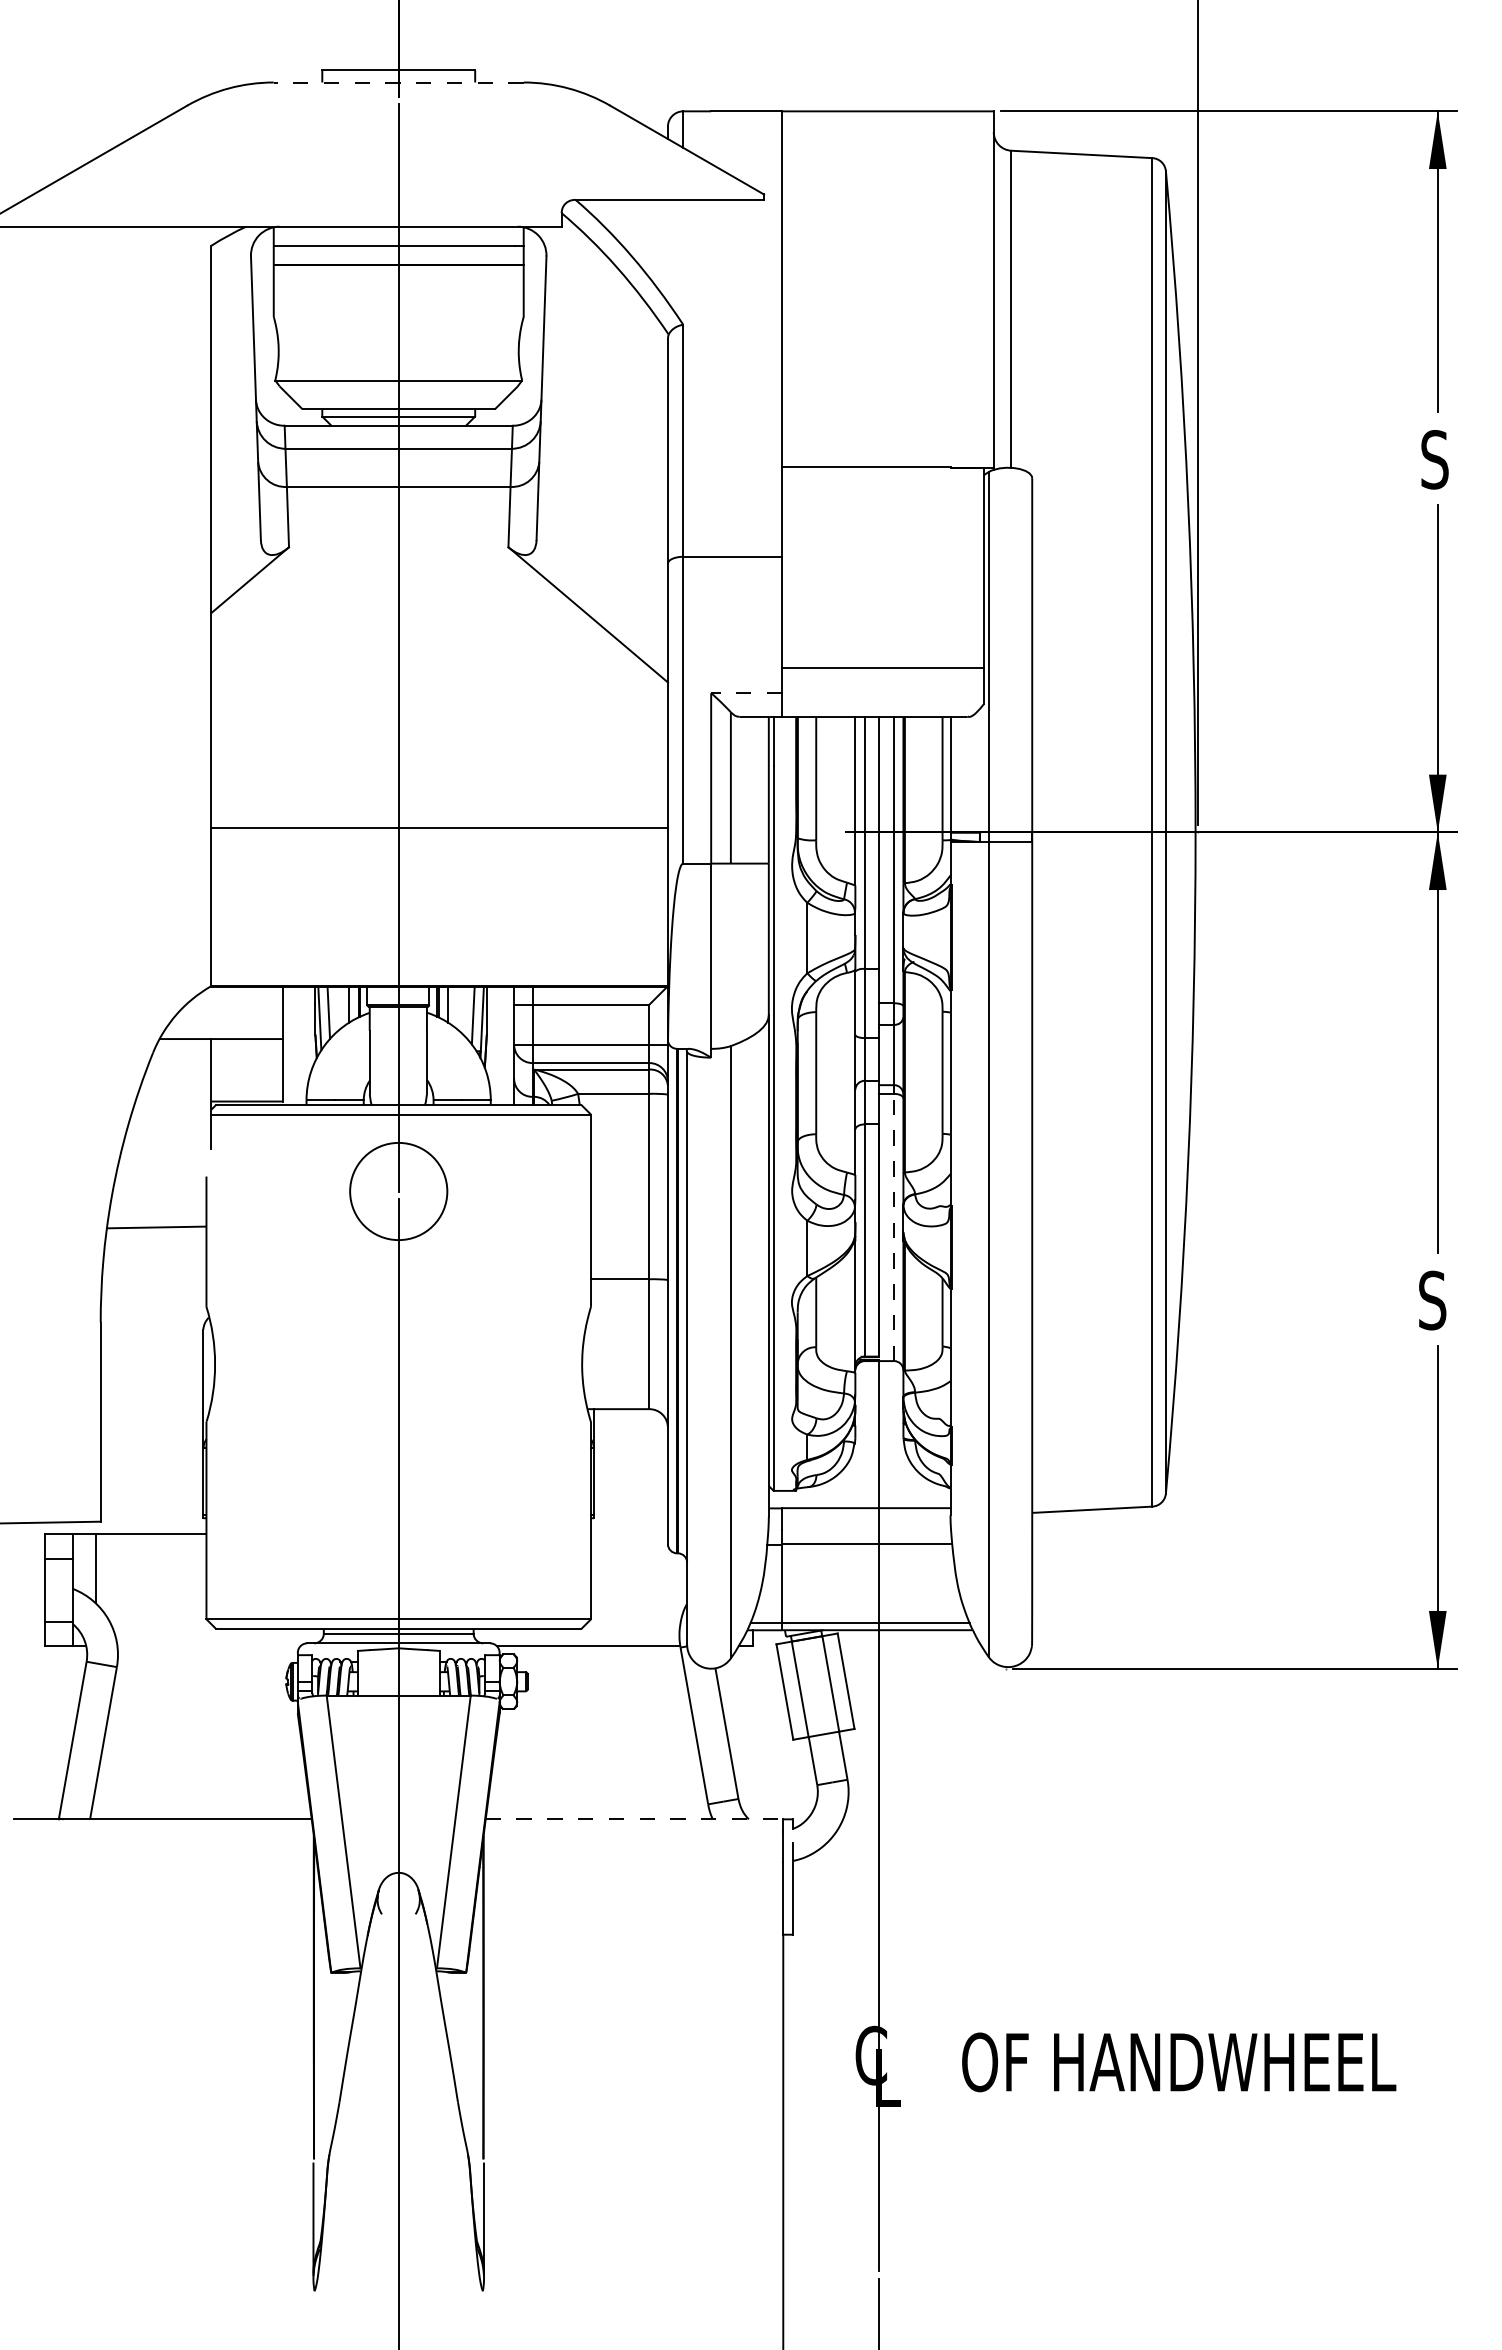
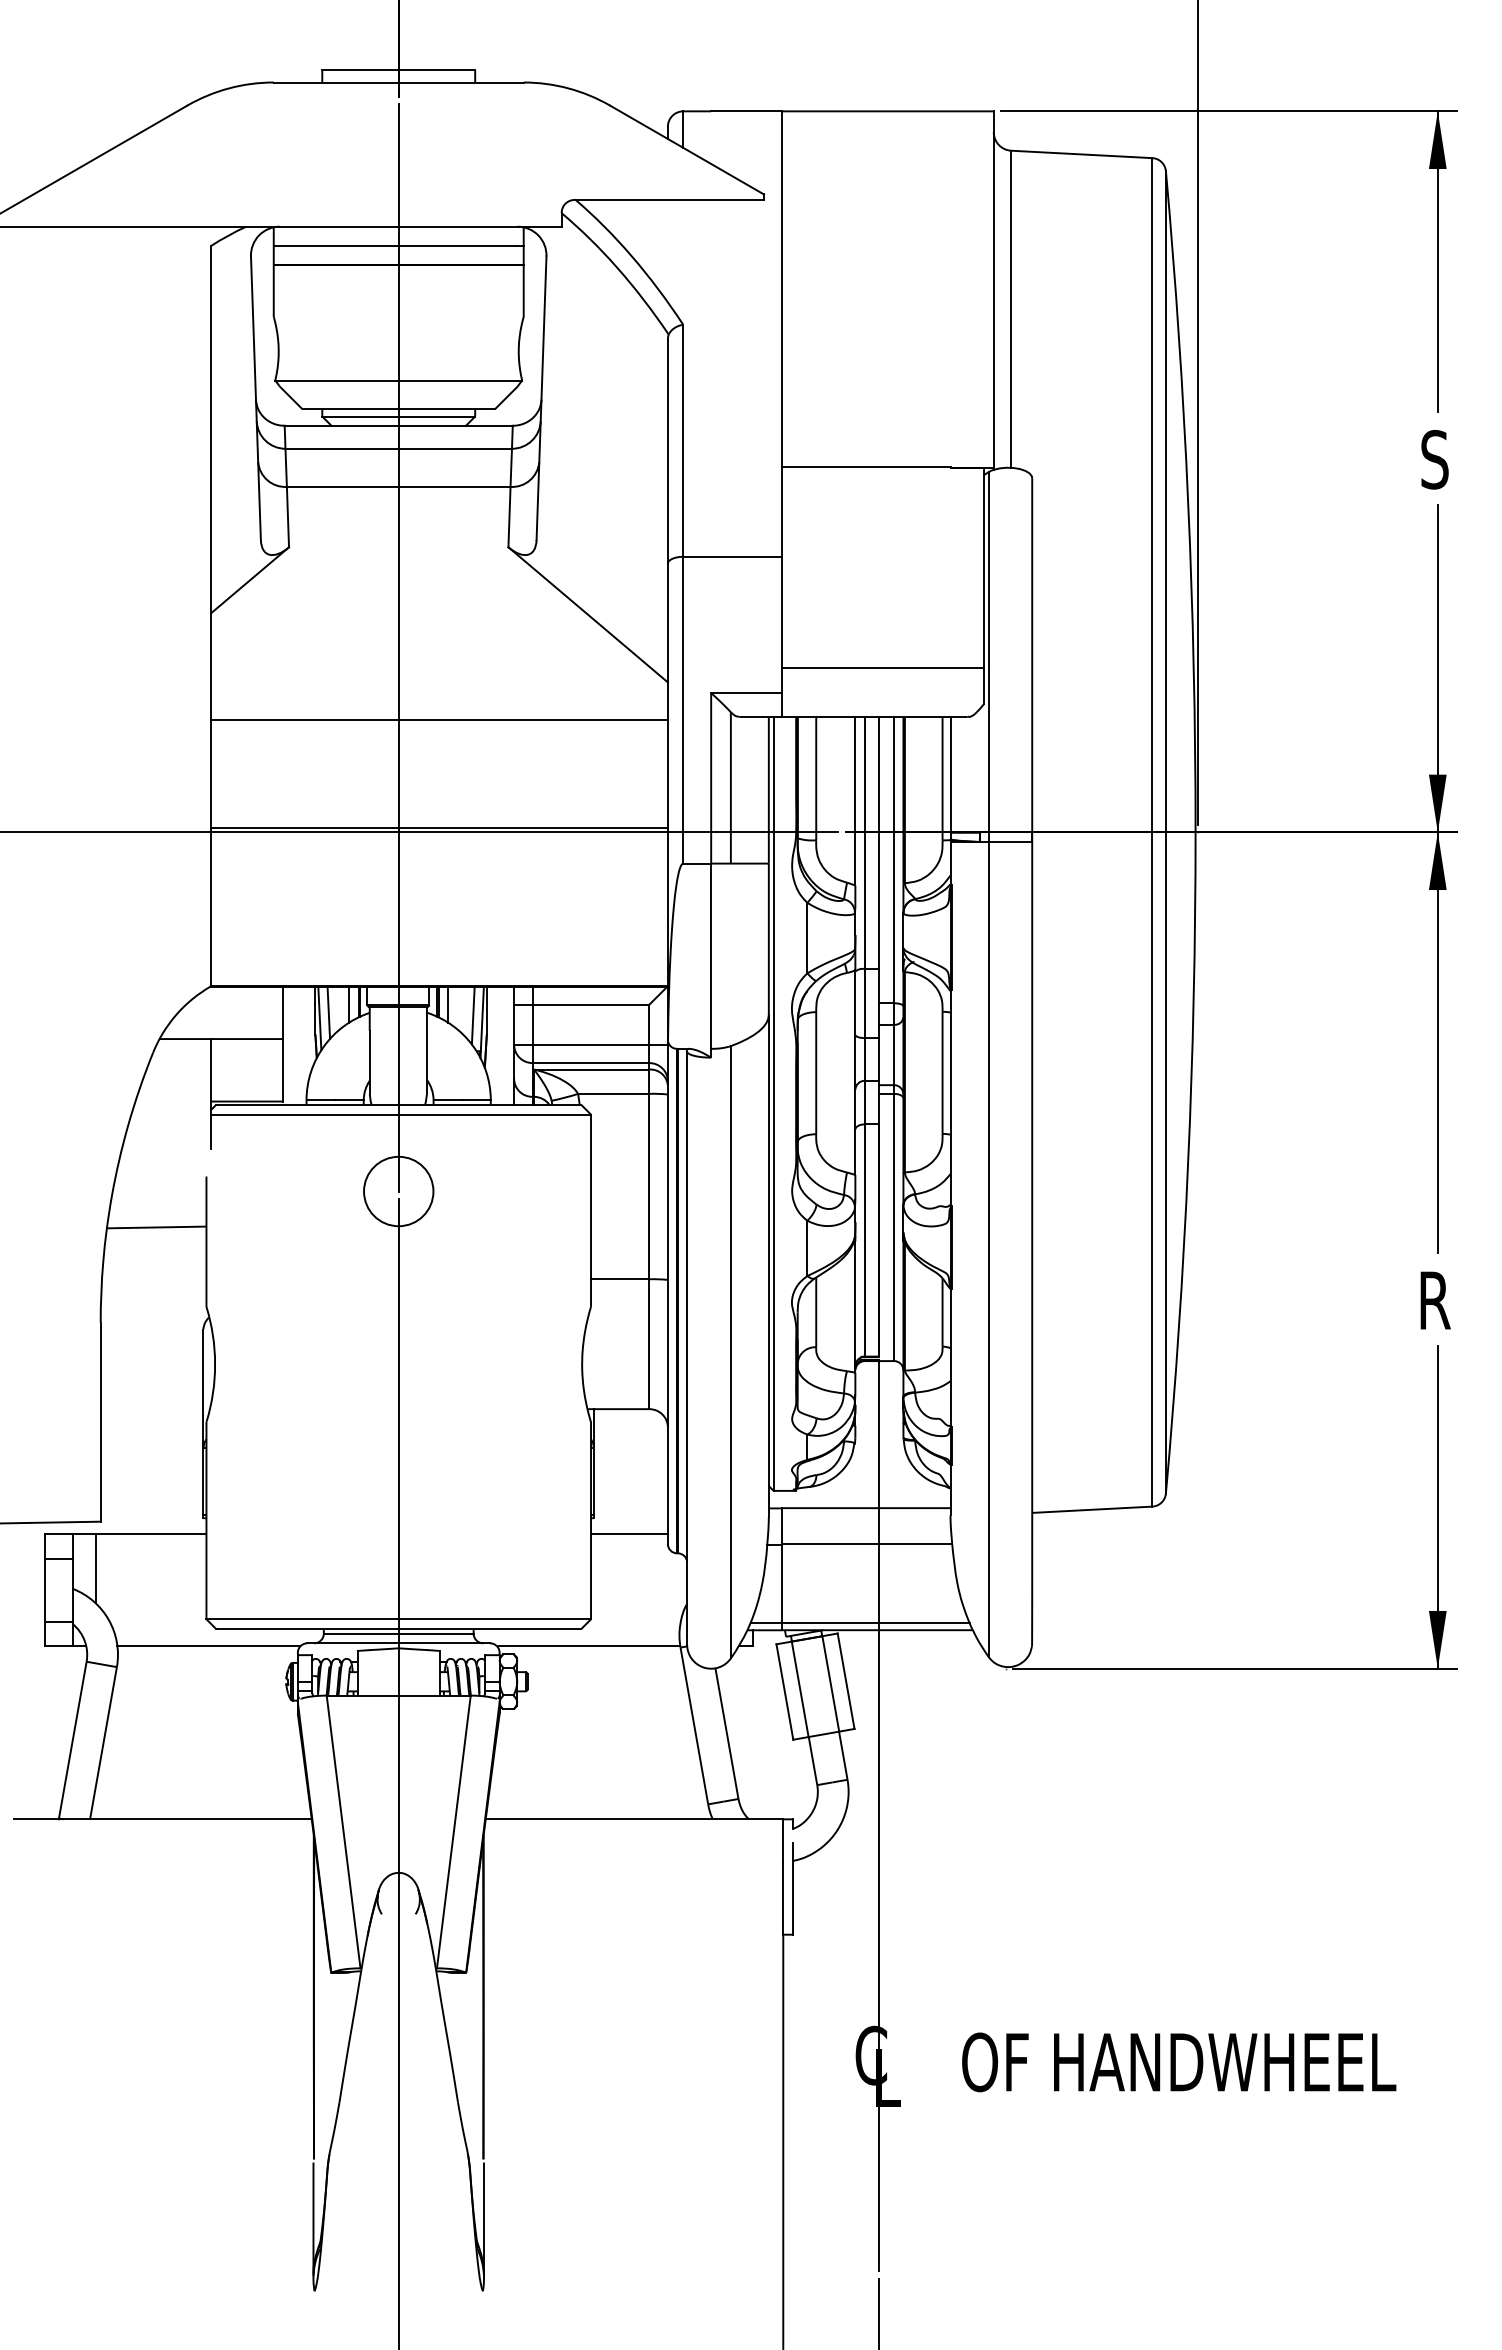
line at (398, 82): dashed -> solid
line at (746, 693): dashed -> solid
line at (439, 720): none -> present
line at (420, 832): none -> present
circle at (398, 1191) diameter: 97 px -> 69 px
line at (894, 1227): dashed -> solid
text at (1434, 1300): S -> R
line at (629, 1534): none -> present
line at (208, 1646): none -> present
line at (634, 1819): dashed -> solid
